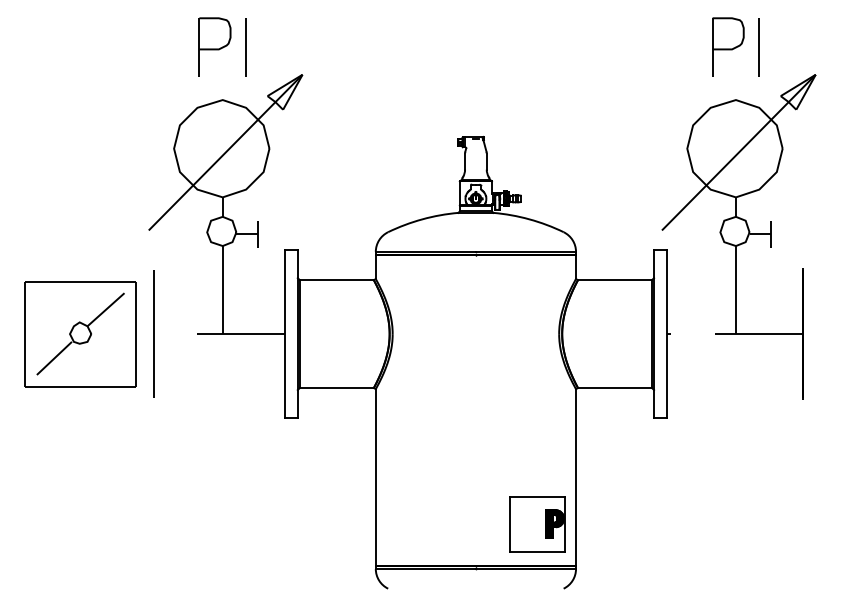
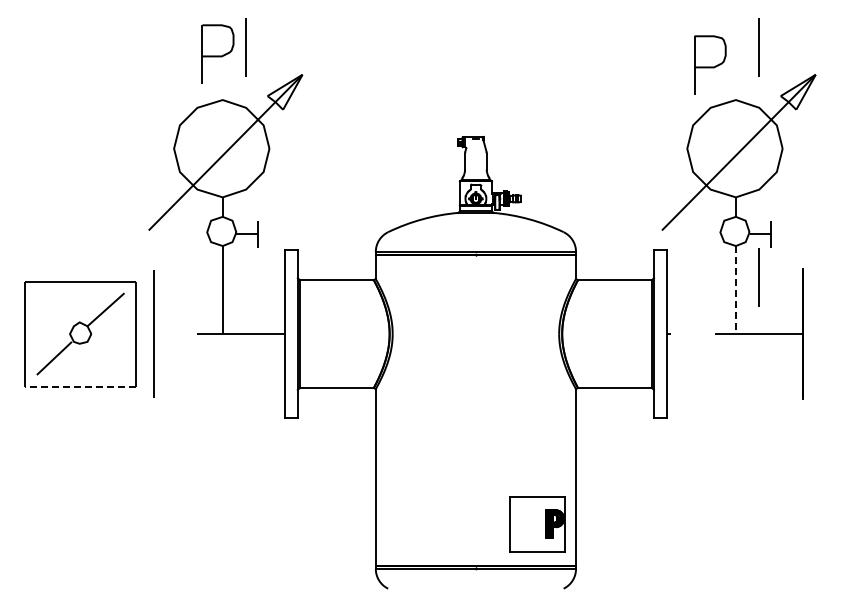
part at (214, 46) position: (214, 46) -> (217, 53)
part at (728, 46) position: (728, 46) -> (710, 64)
line at (758, 277): none -> present
line at (735, 290): solid -> dashed
line at (80, 386): solid -> dashed
